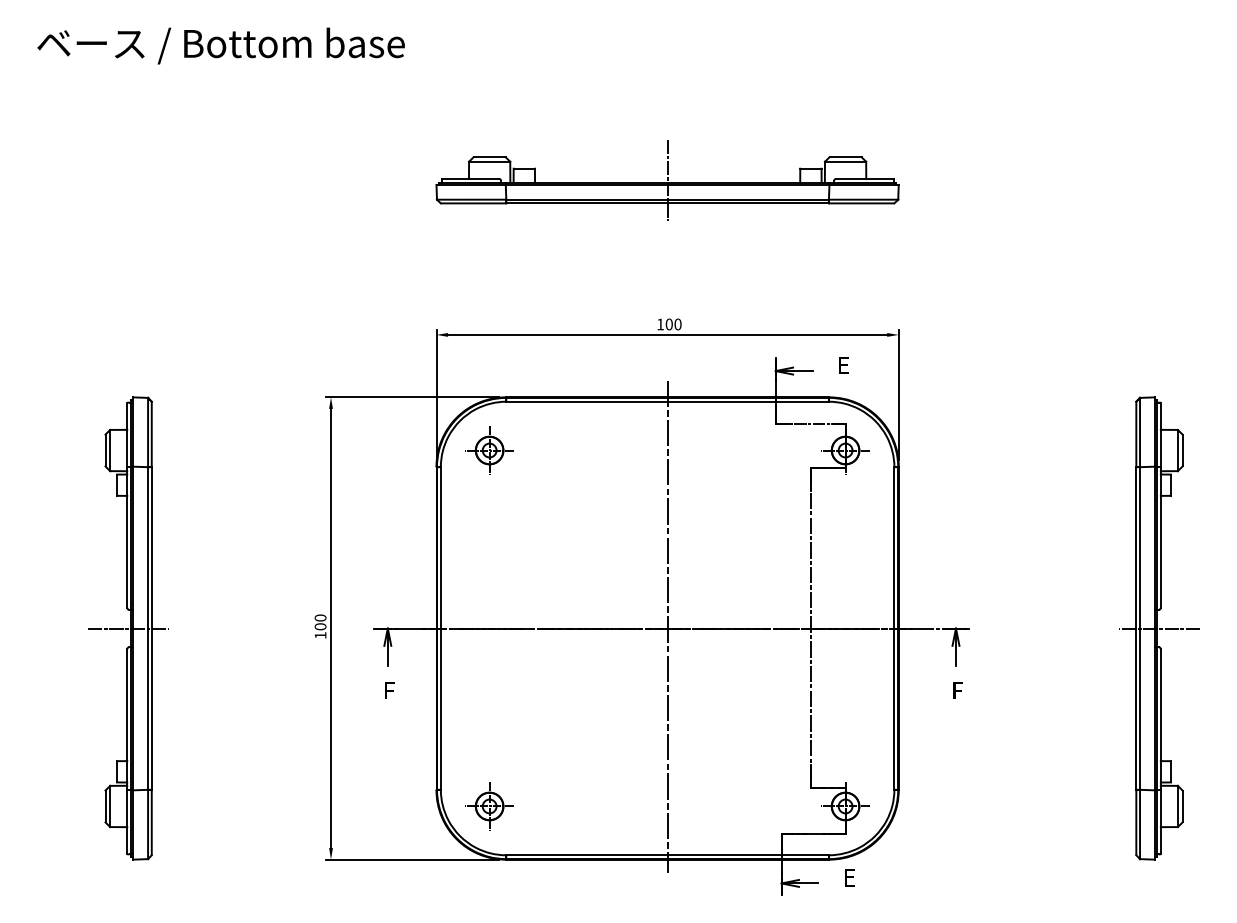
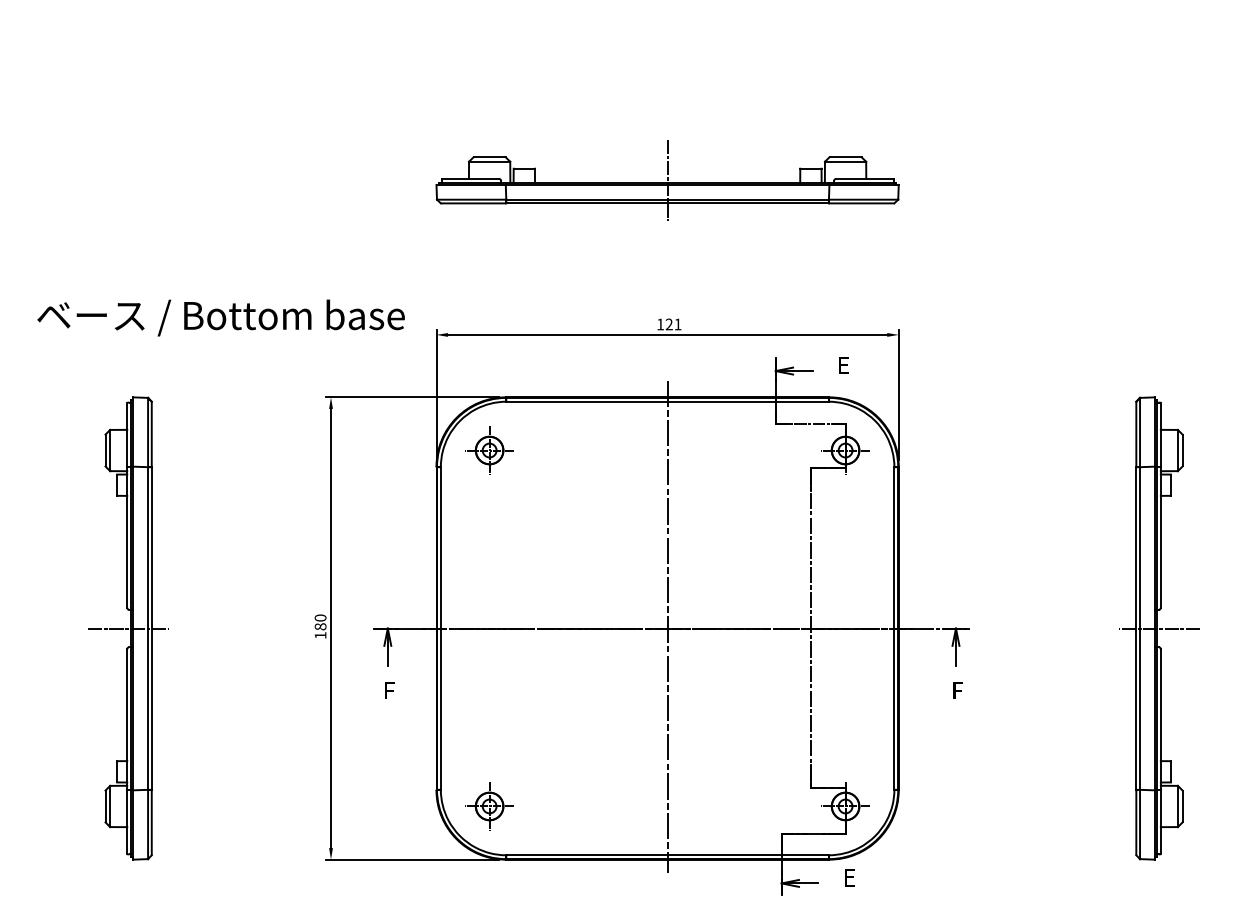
text at (220, 45) position: (220, 45) -> (220, 317)
text at (673, 324): 100 -> 121
text at (320, 626): 100 -> 180
